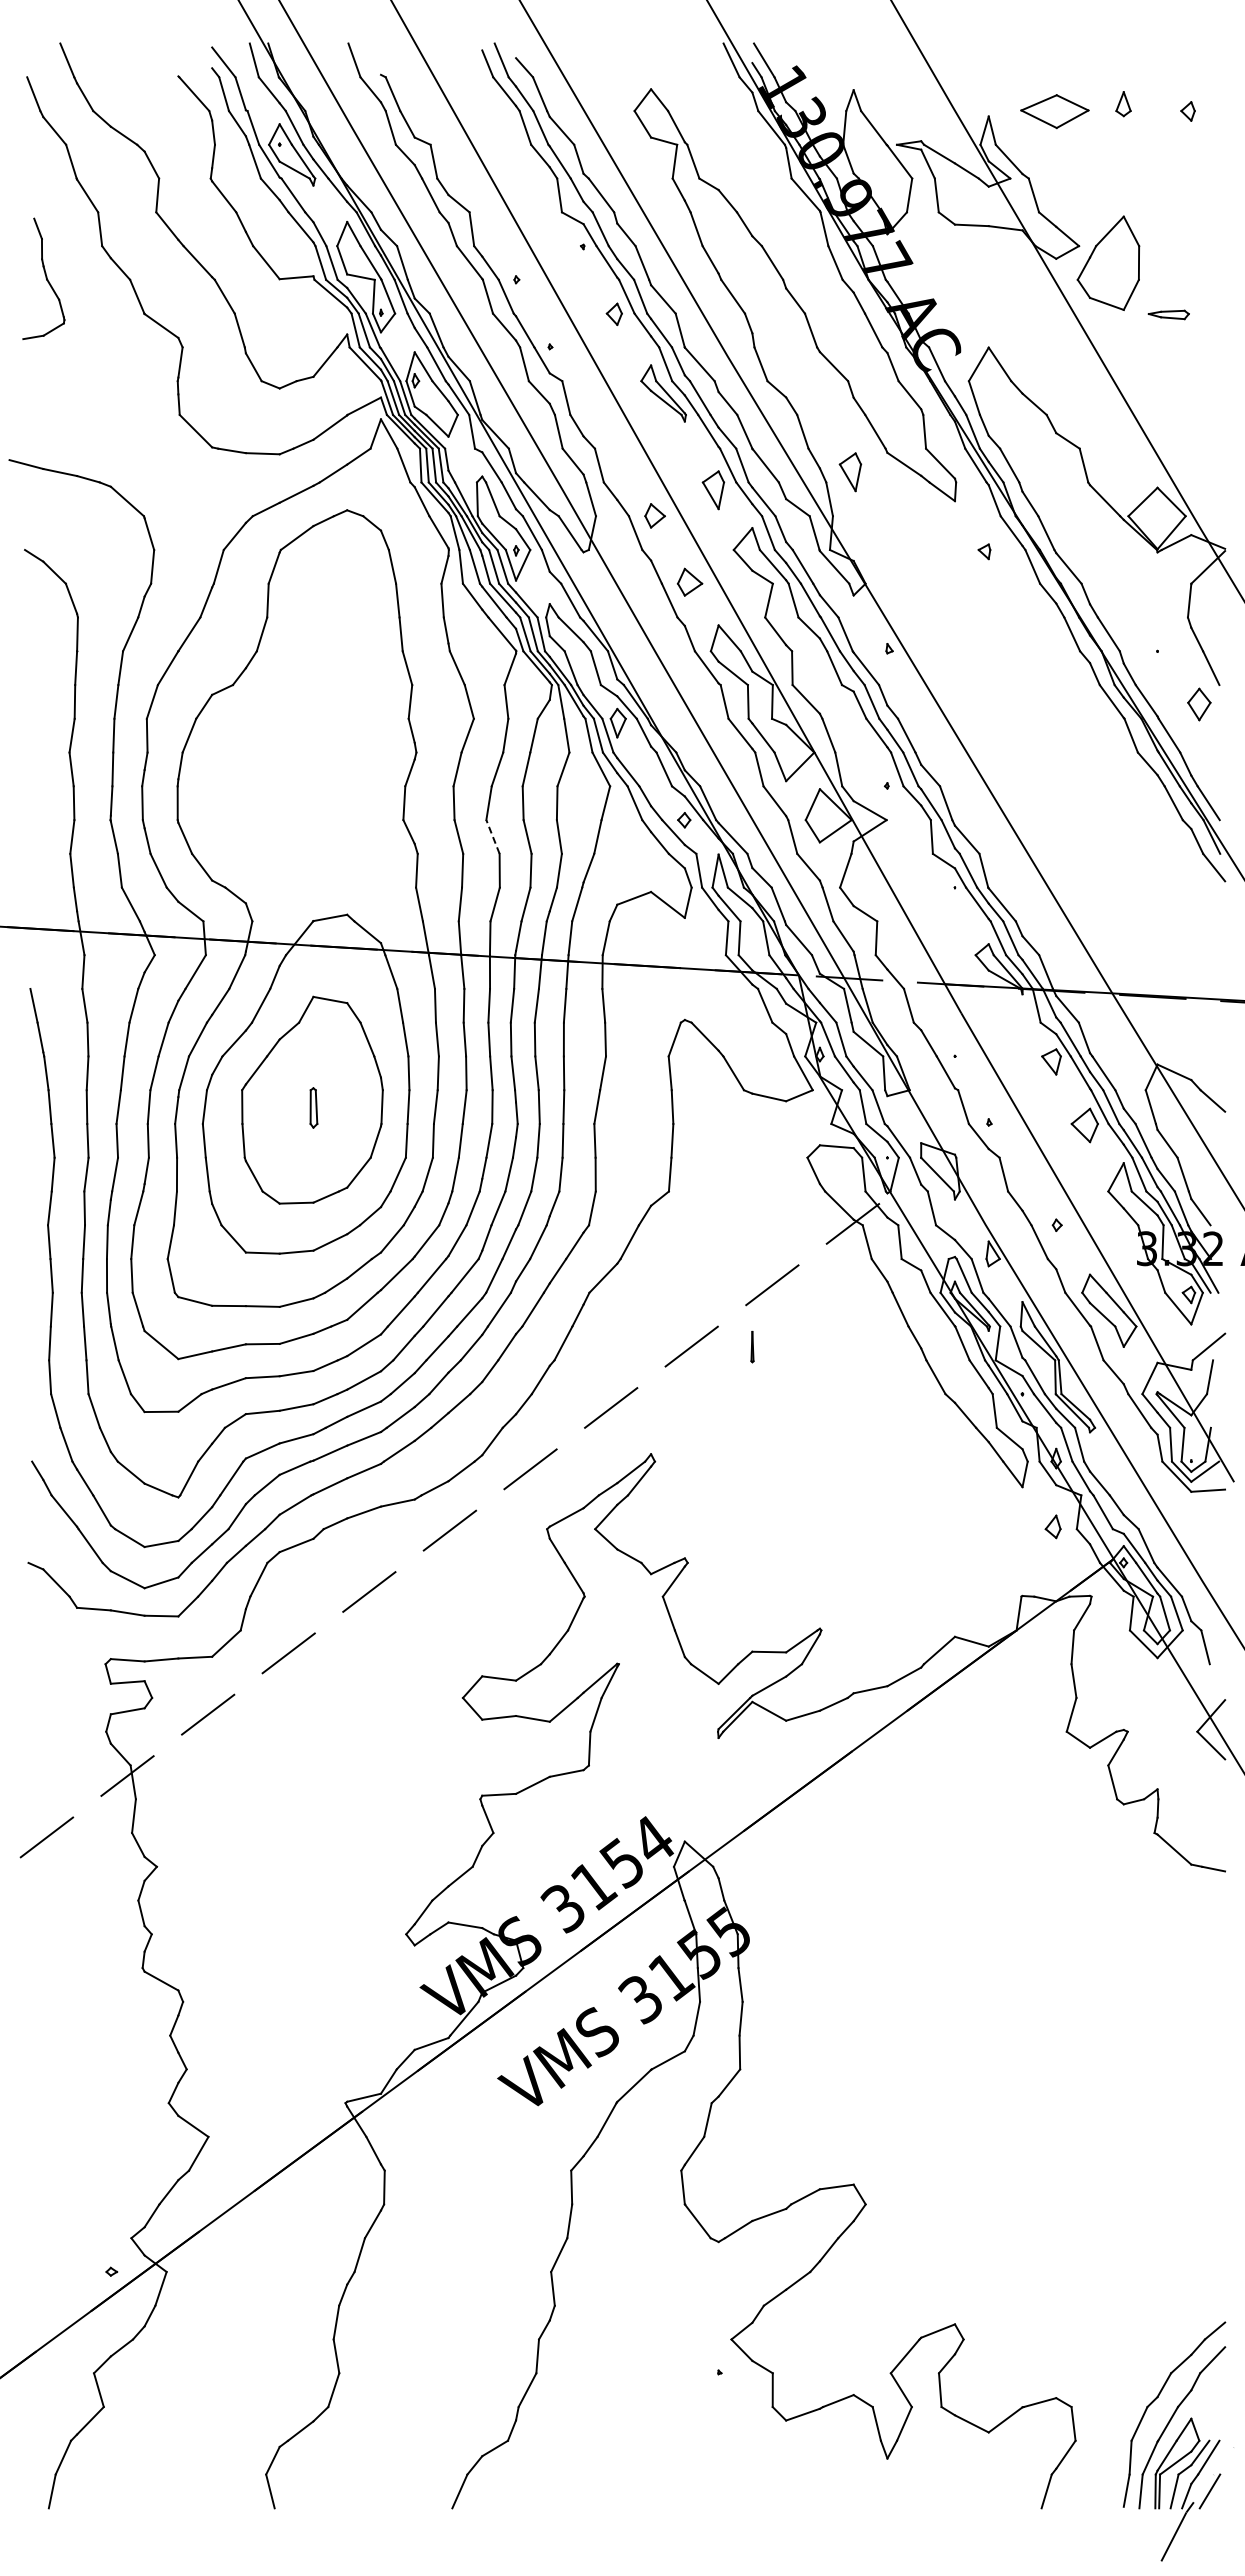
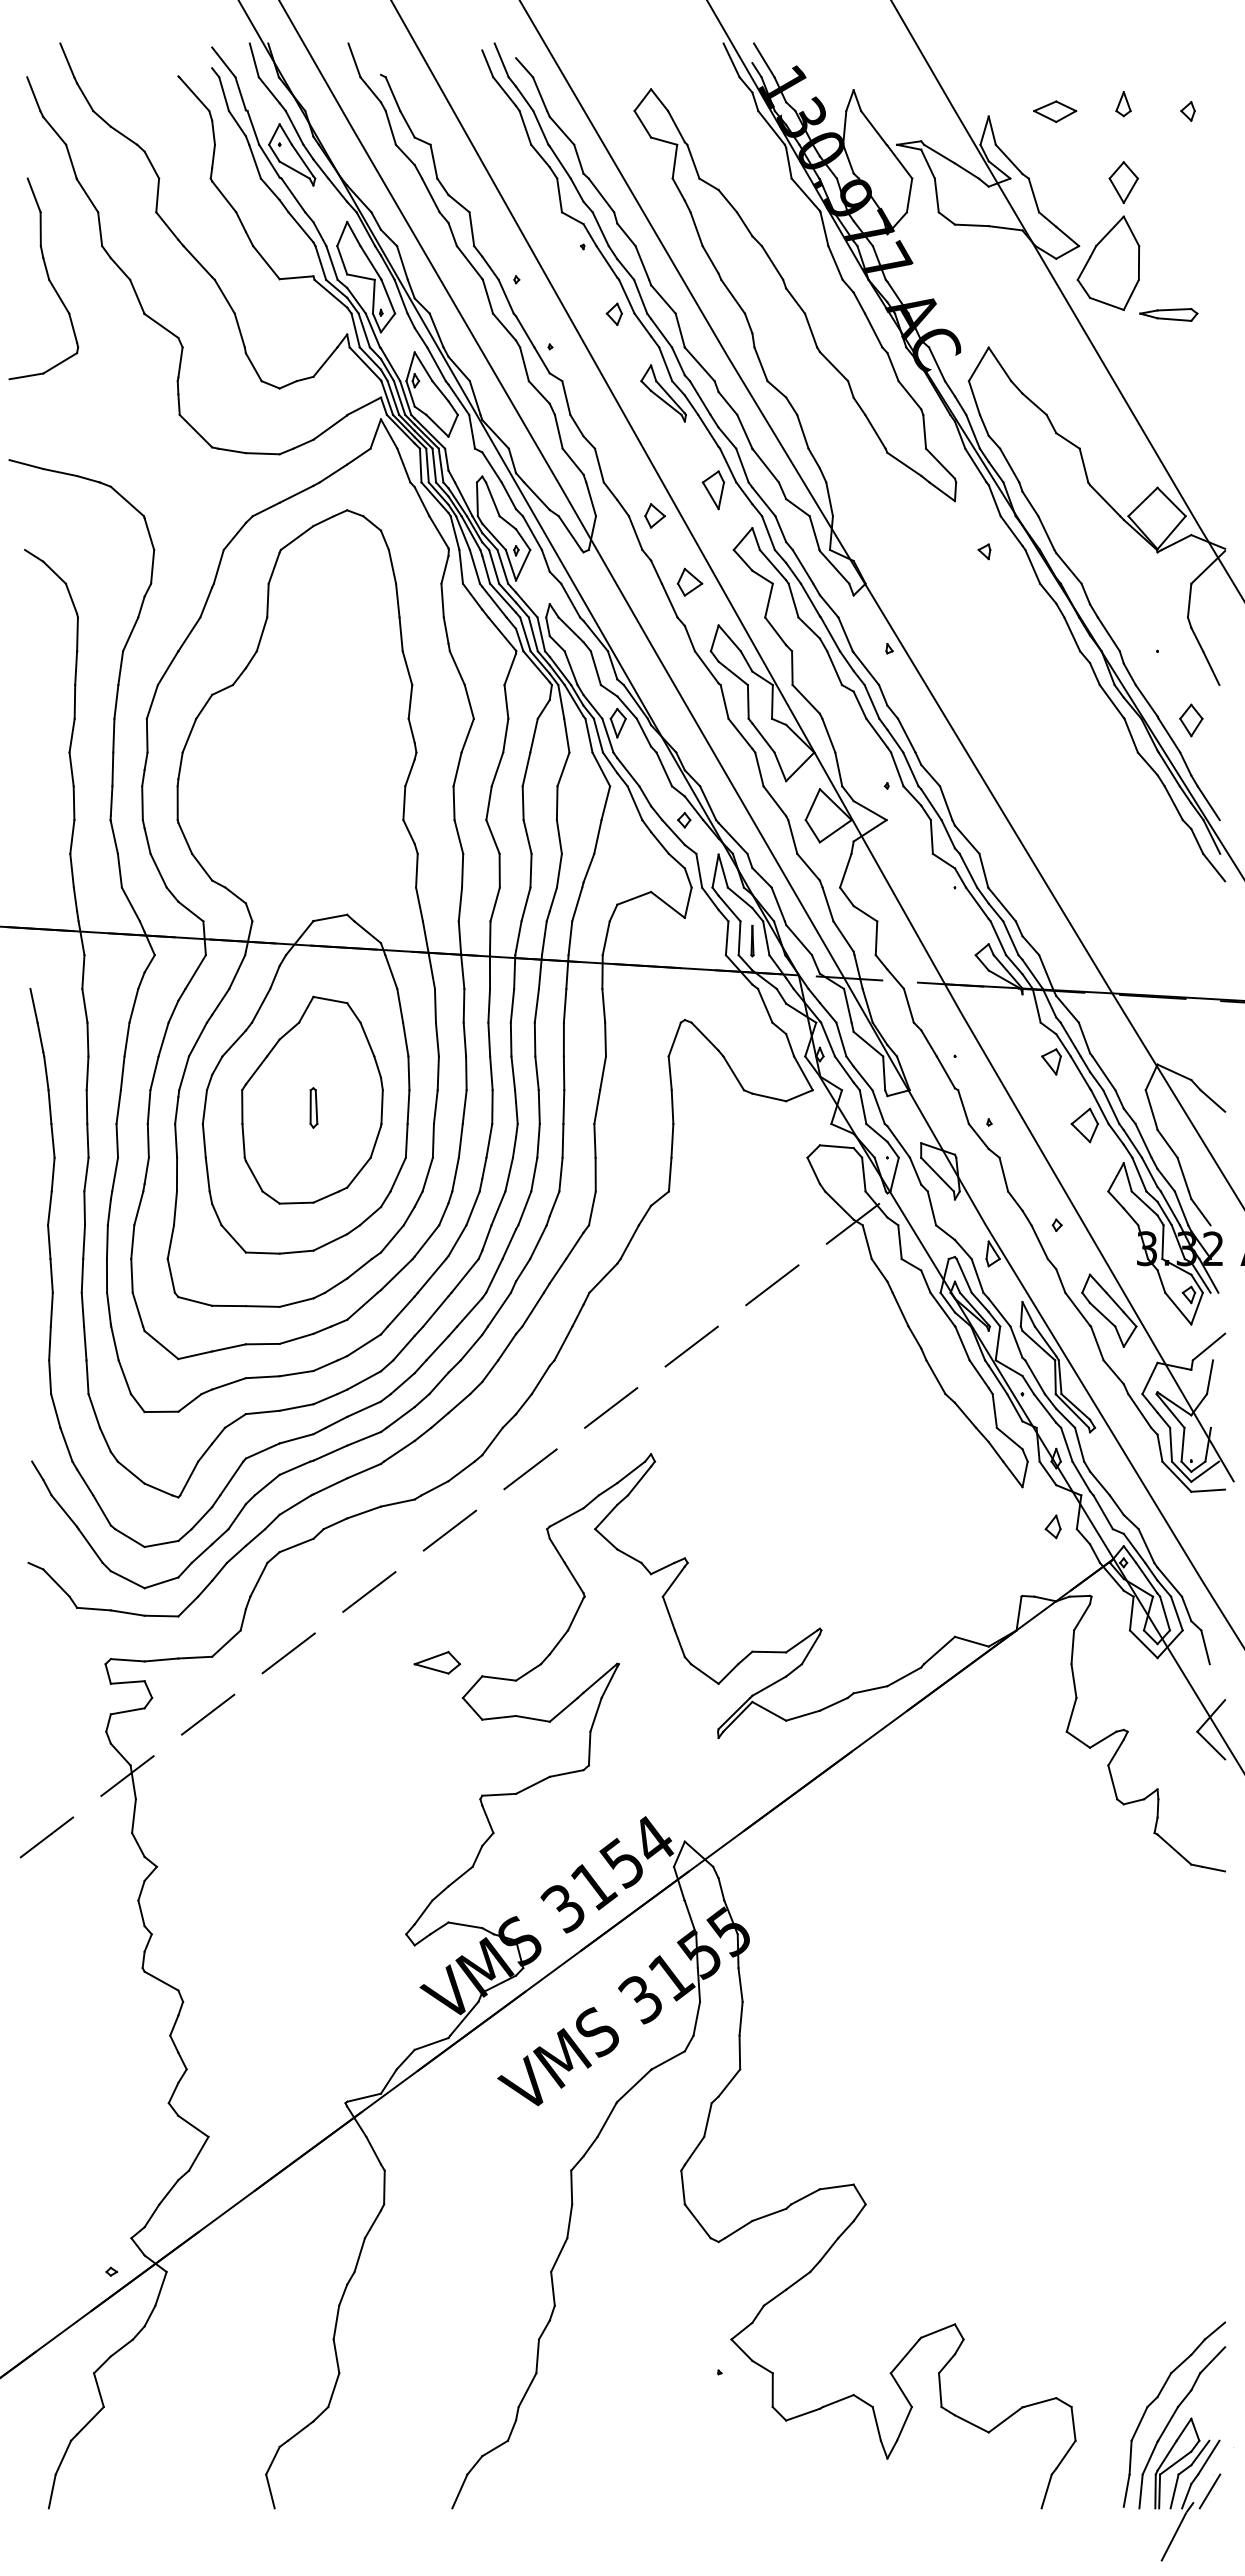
part at (1054, 111) size: 70x36 px -> 45x24 px
part at (1123, 182): none -> present
part at (43, 278) size: 44x123 px -> 72x204 px
part at (1168, 314) size: 43x12 px -> 60x14 px
part at (850, 472): present -> none
part at (1199, 704) position: (1199, 704) -> (1191, 720)
line at (492, 836): dashed -> solid
line at (752, 1346) position: (752, 1346) -> (752, 940)
part at (437, 1662): none -> present
